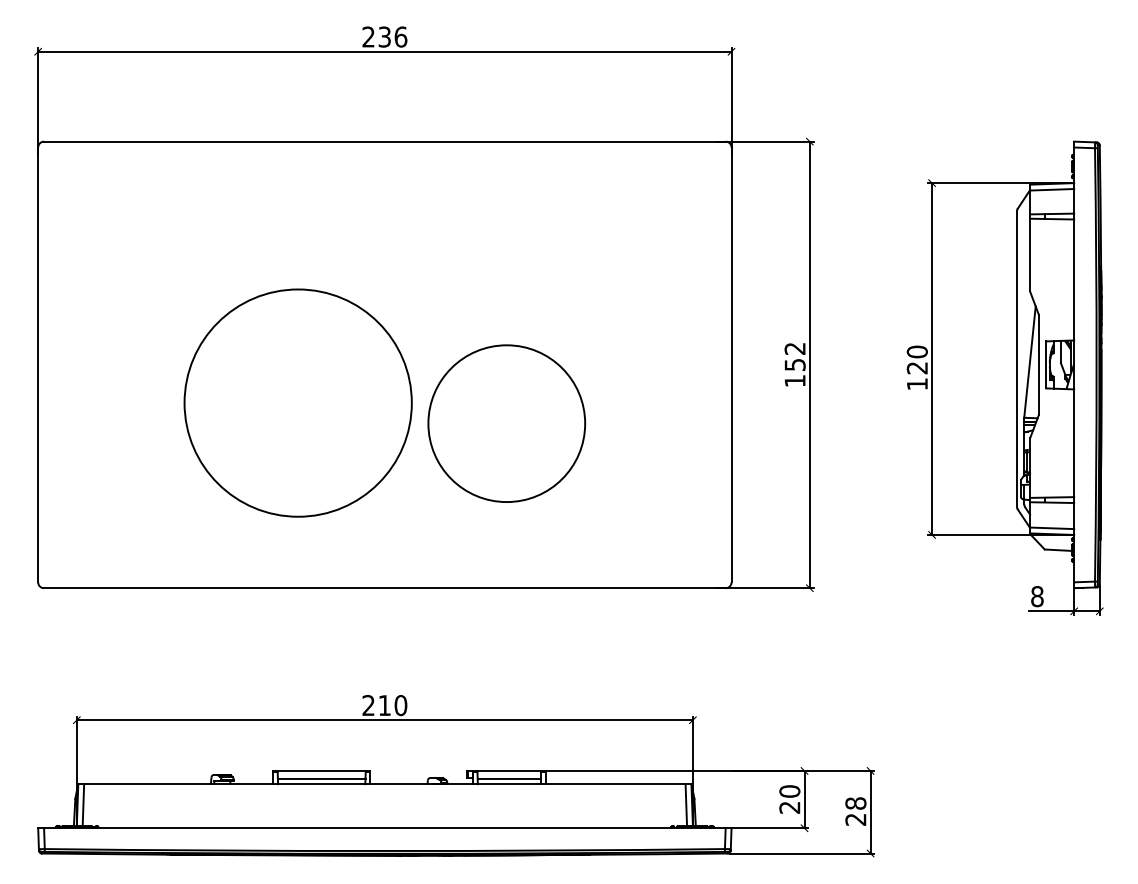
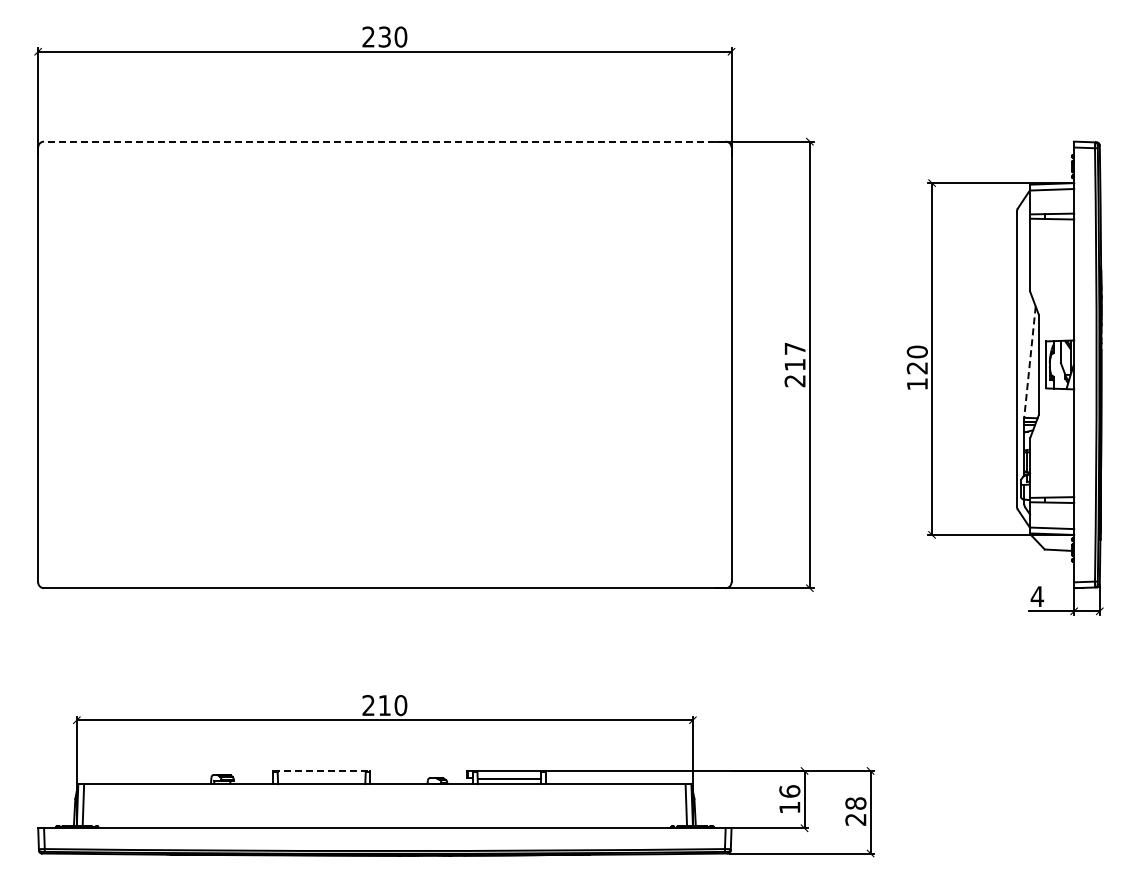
text at (400, 36): 236 -> 230
line at (384, 141): solid -> dashed
line at (1029, 362): solid -> dashed
text at (794, 364): 152 -> 217
circle at (297, 402): present -> none
circle at (506, 423): present -> none
text at (1037, 596): 8 -> 4
line at (322, 770): solid -> dashed
line at (321, 778): present -> none
text at (789, 799): 20 -> 16
